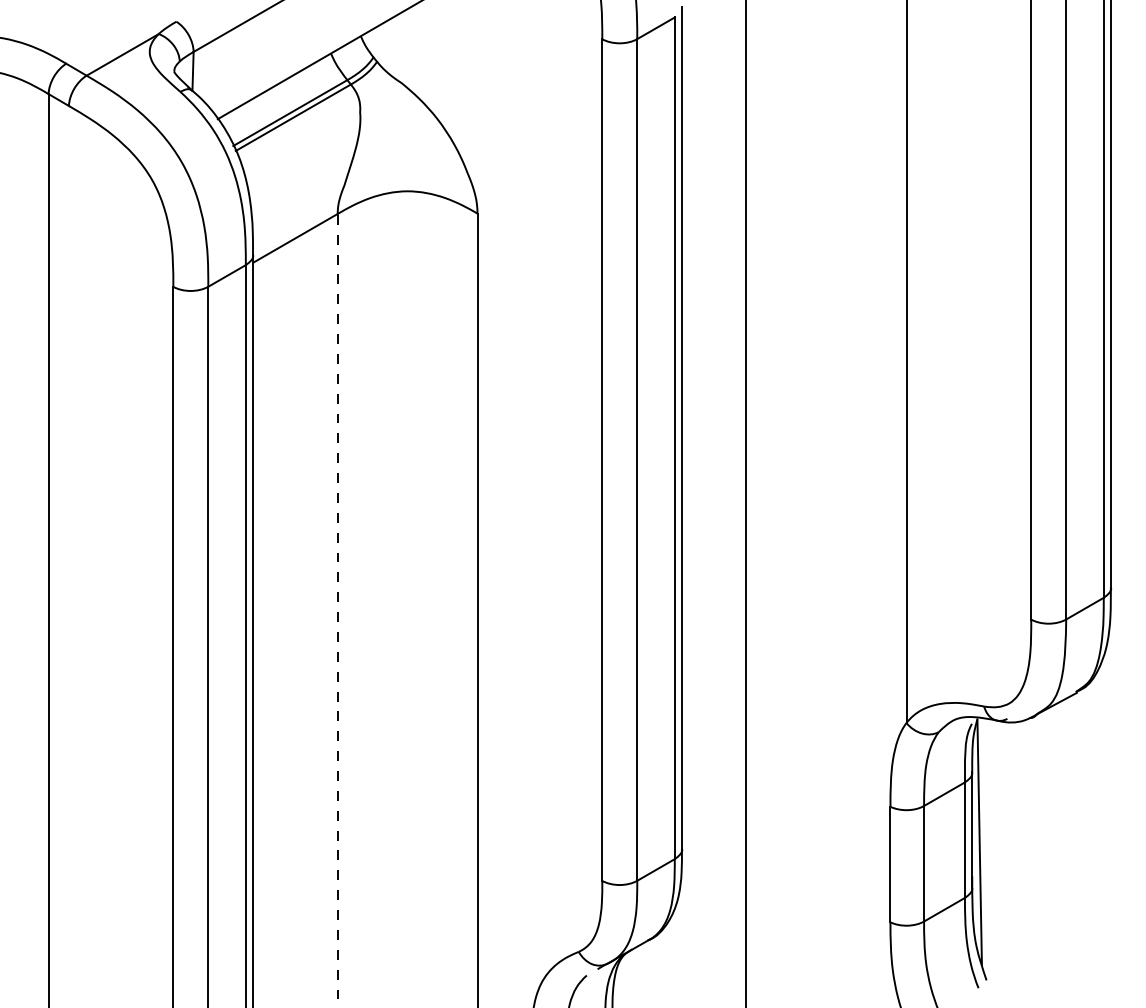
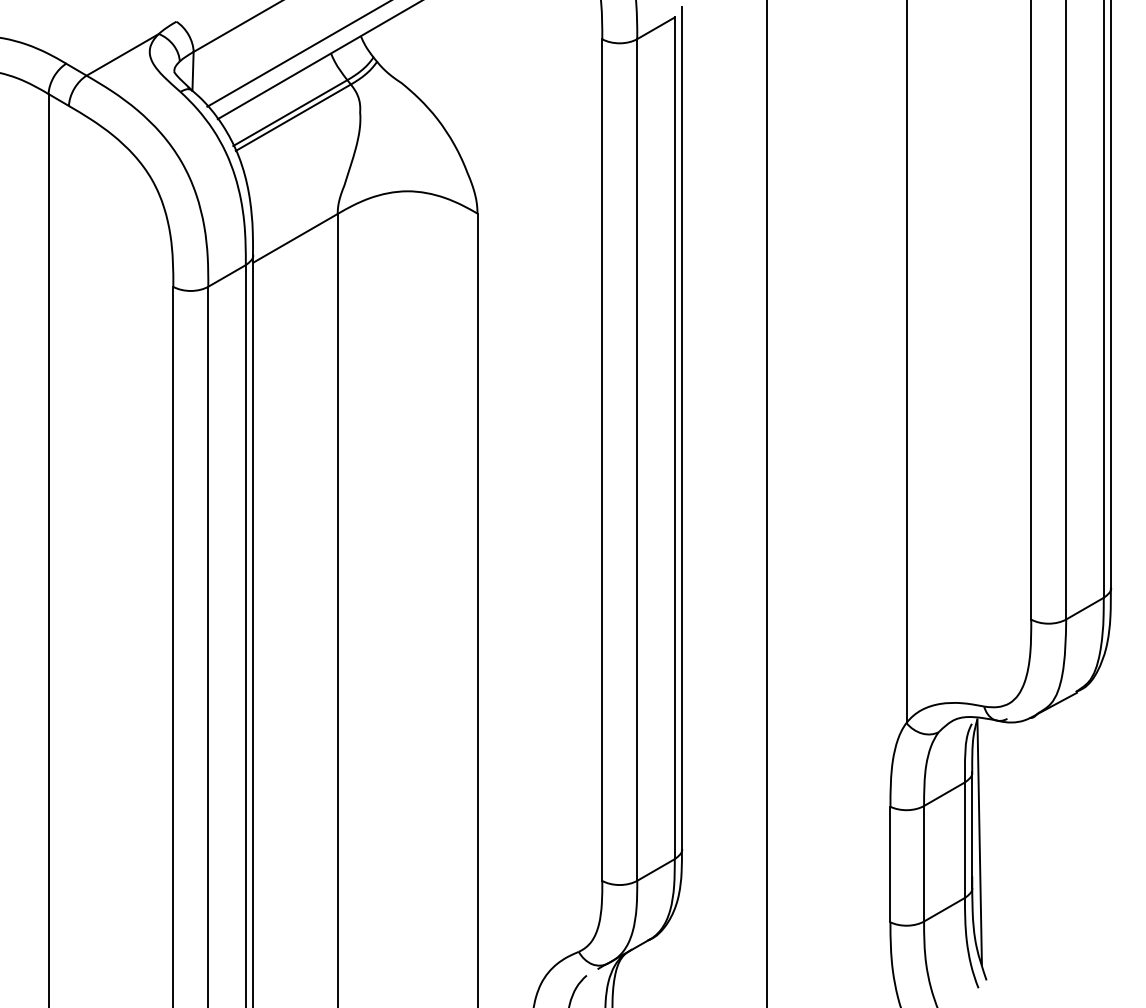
line at (297, 54): none -> present
line at (745, 503) position: (745, 503) -> (766, 503)
line at (337, 610): dashed -> solid
